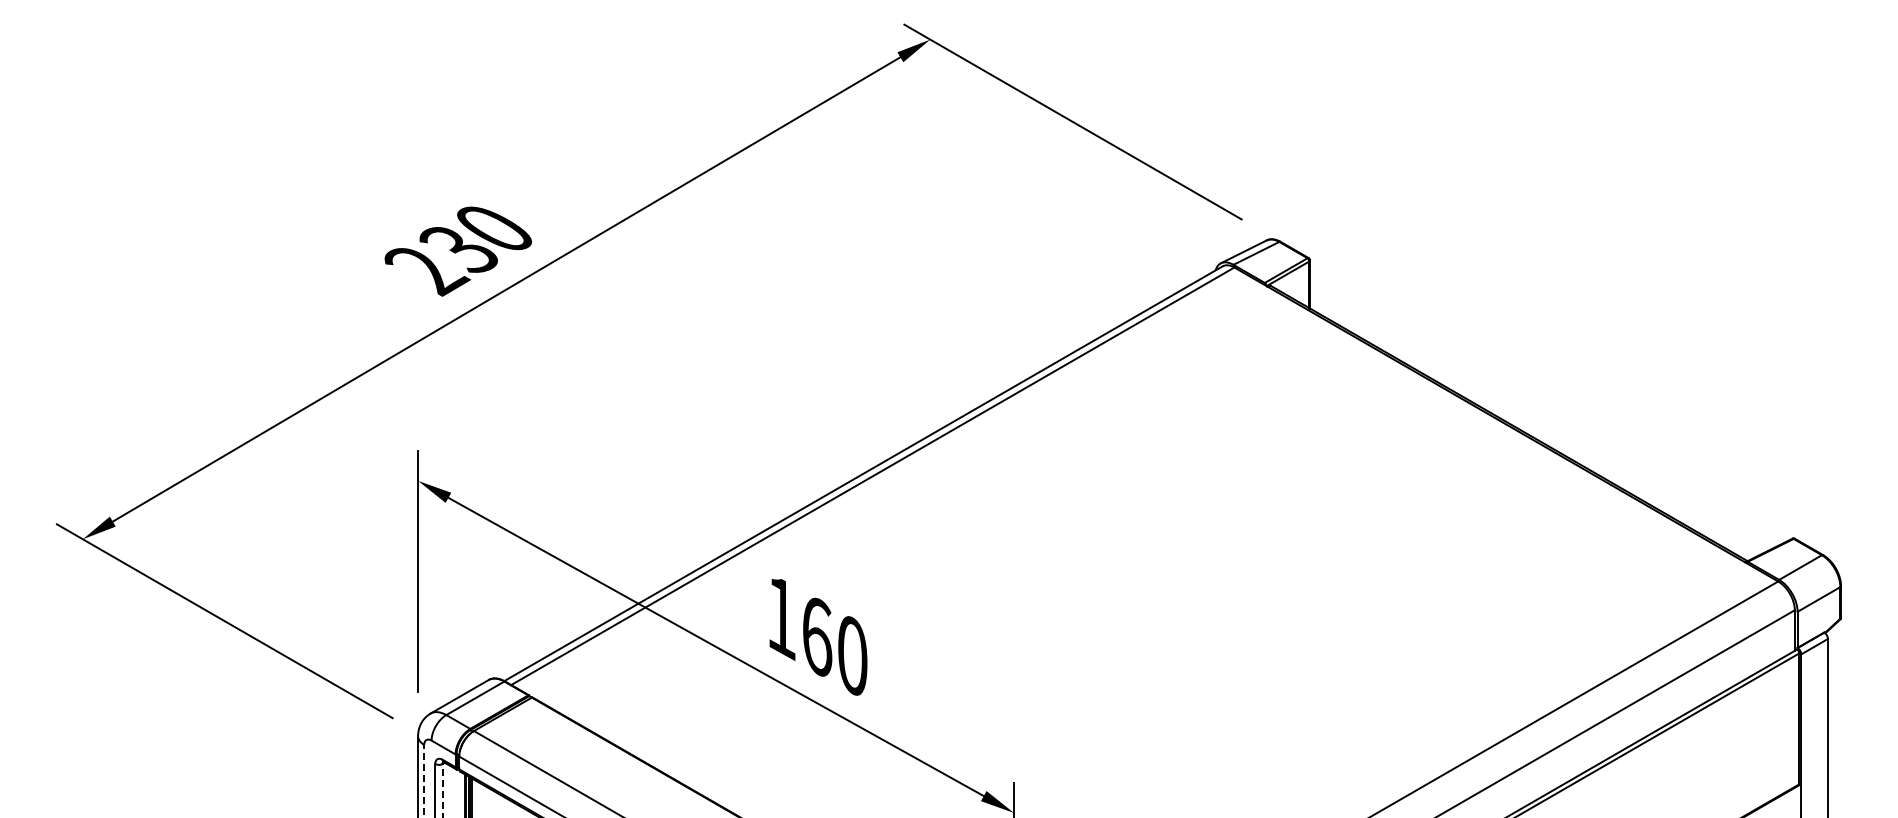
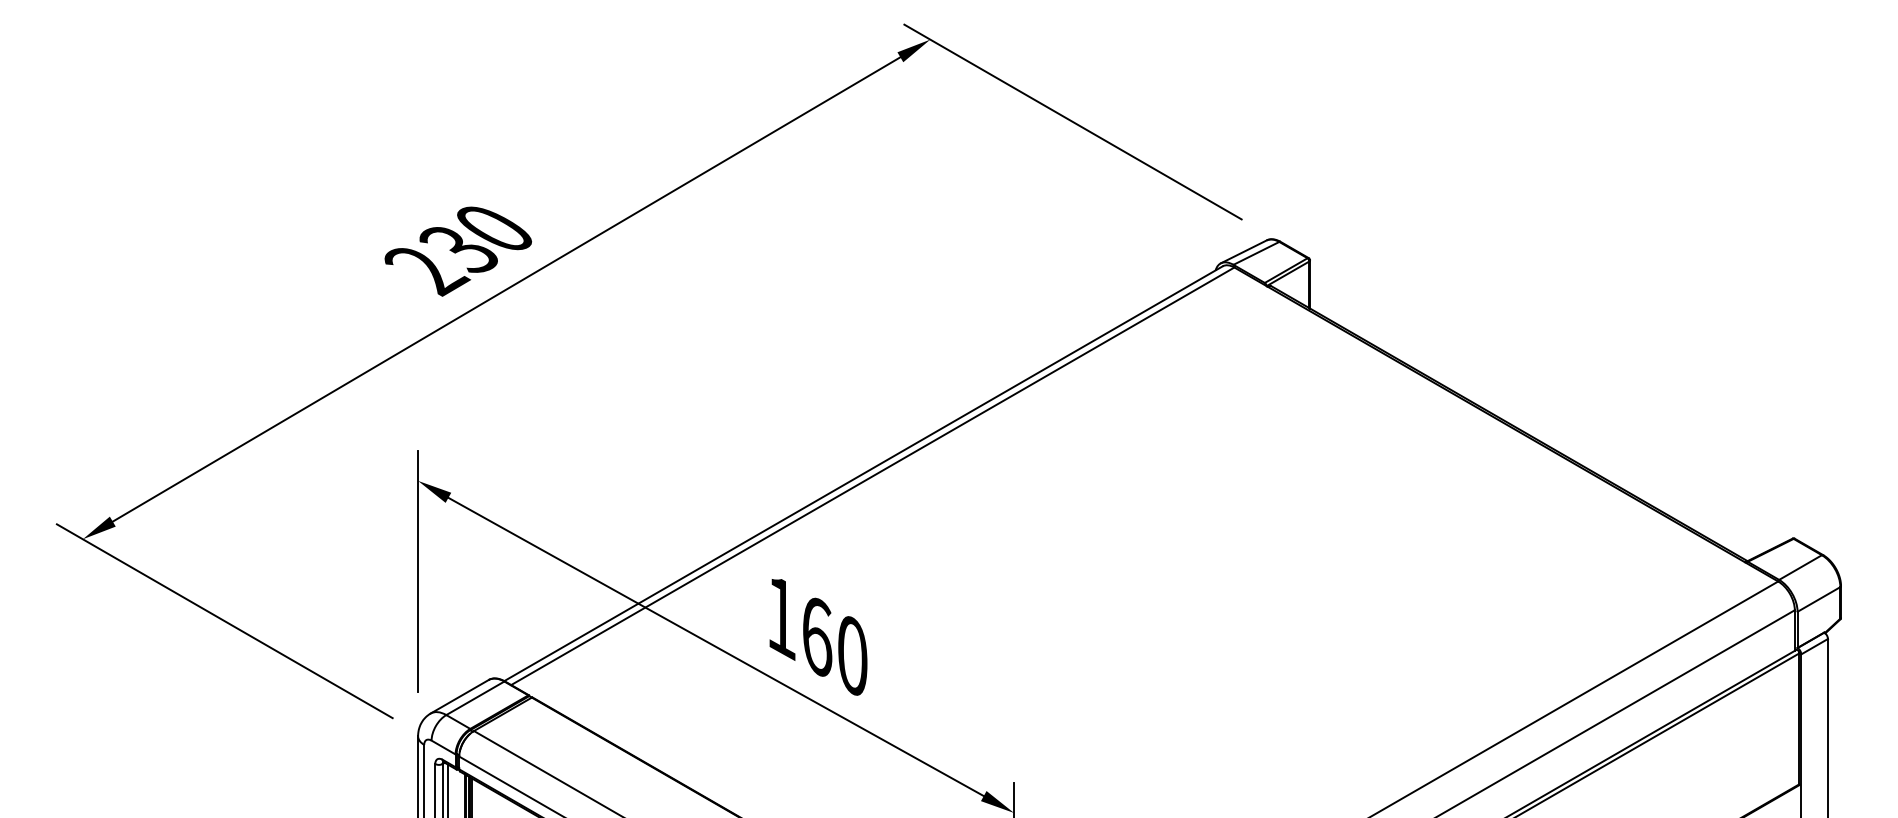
line at (424, 780): dashed -> solid
line at (448, 789): none -> present
line at (442, 790): dashed -> solid
